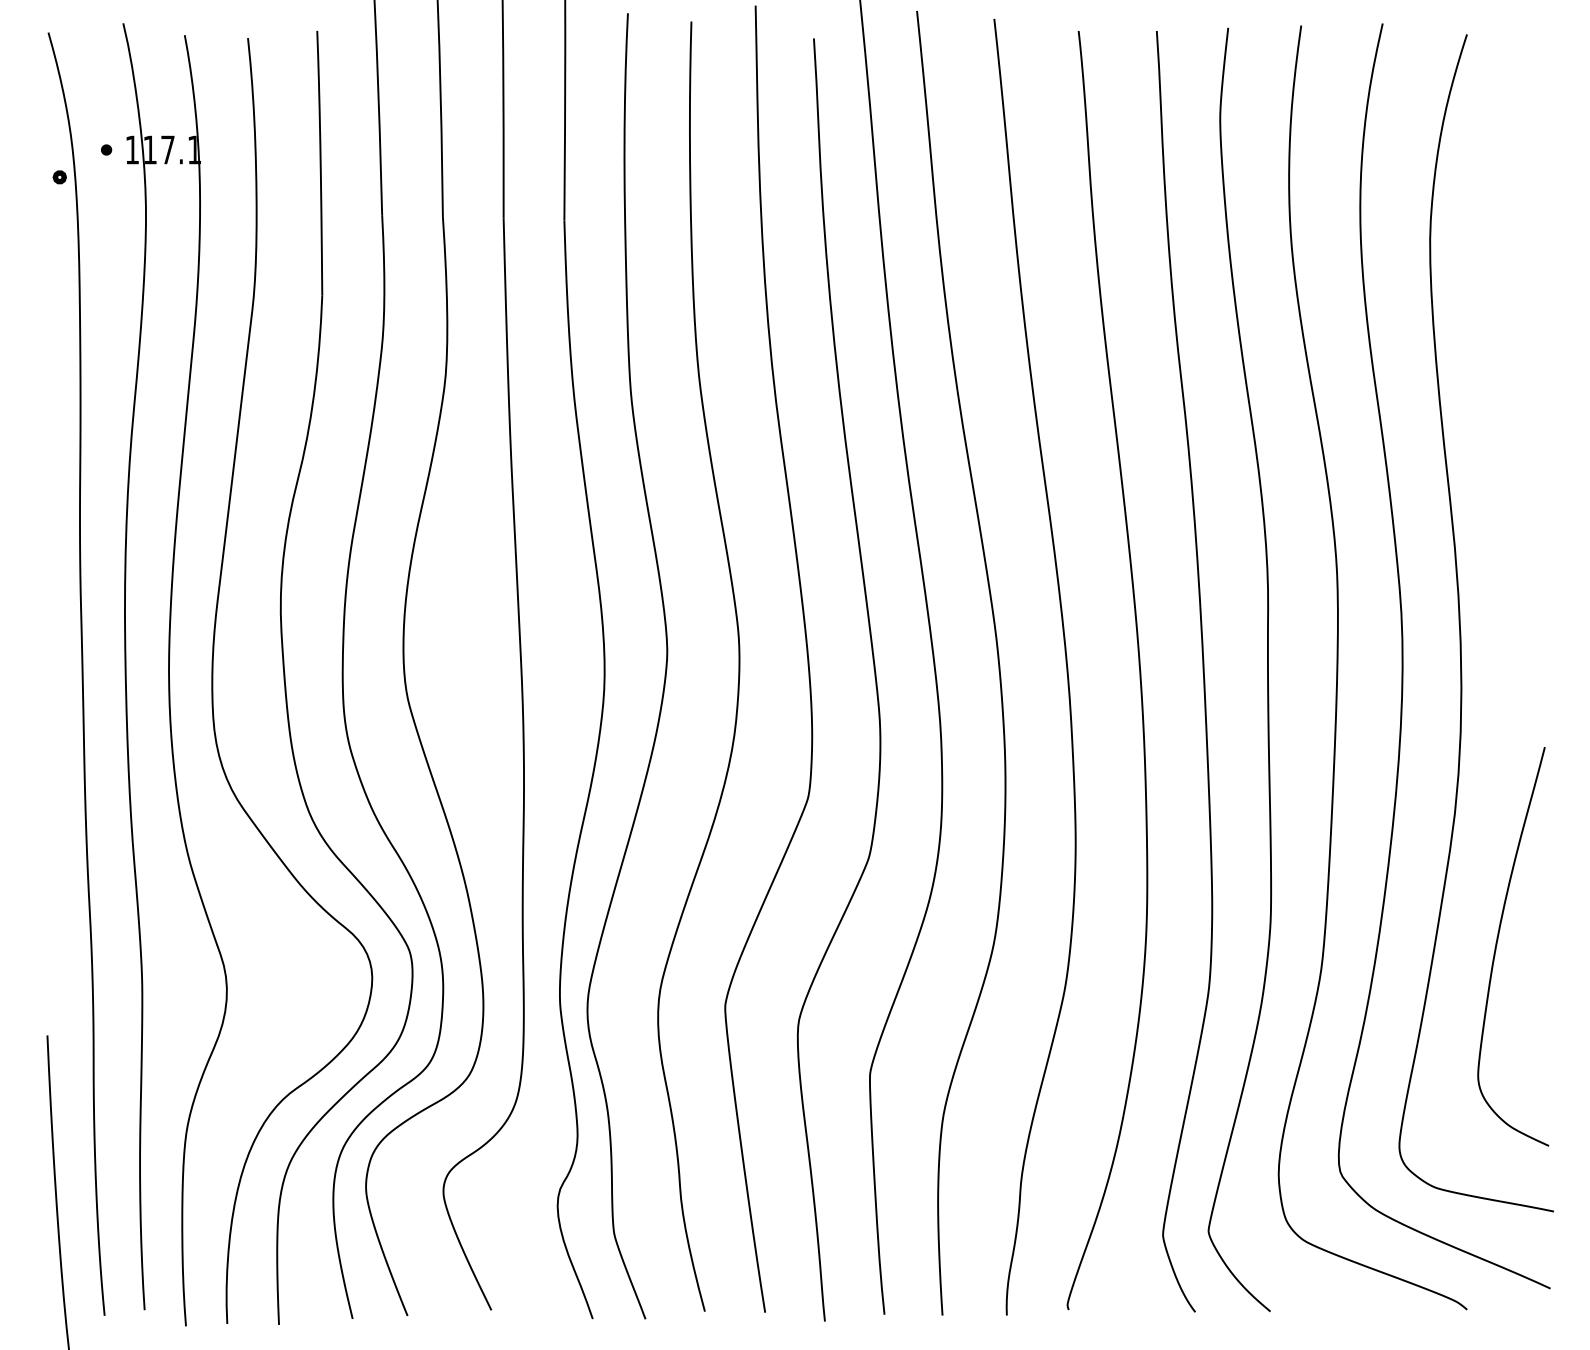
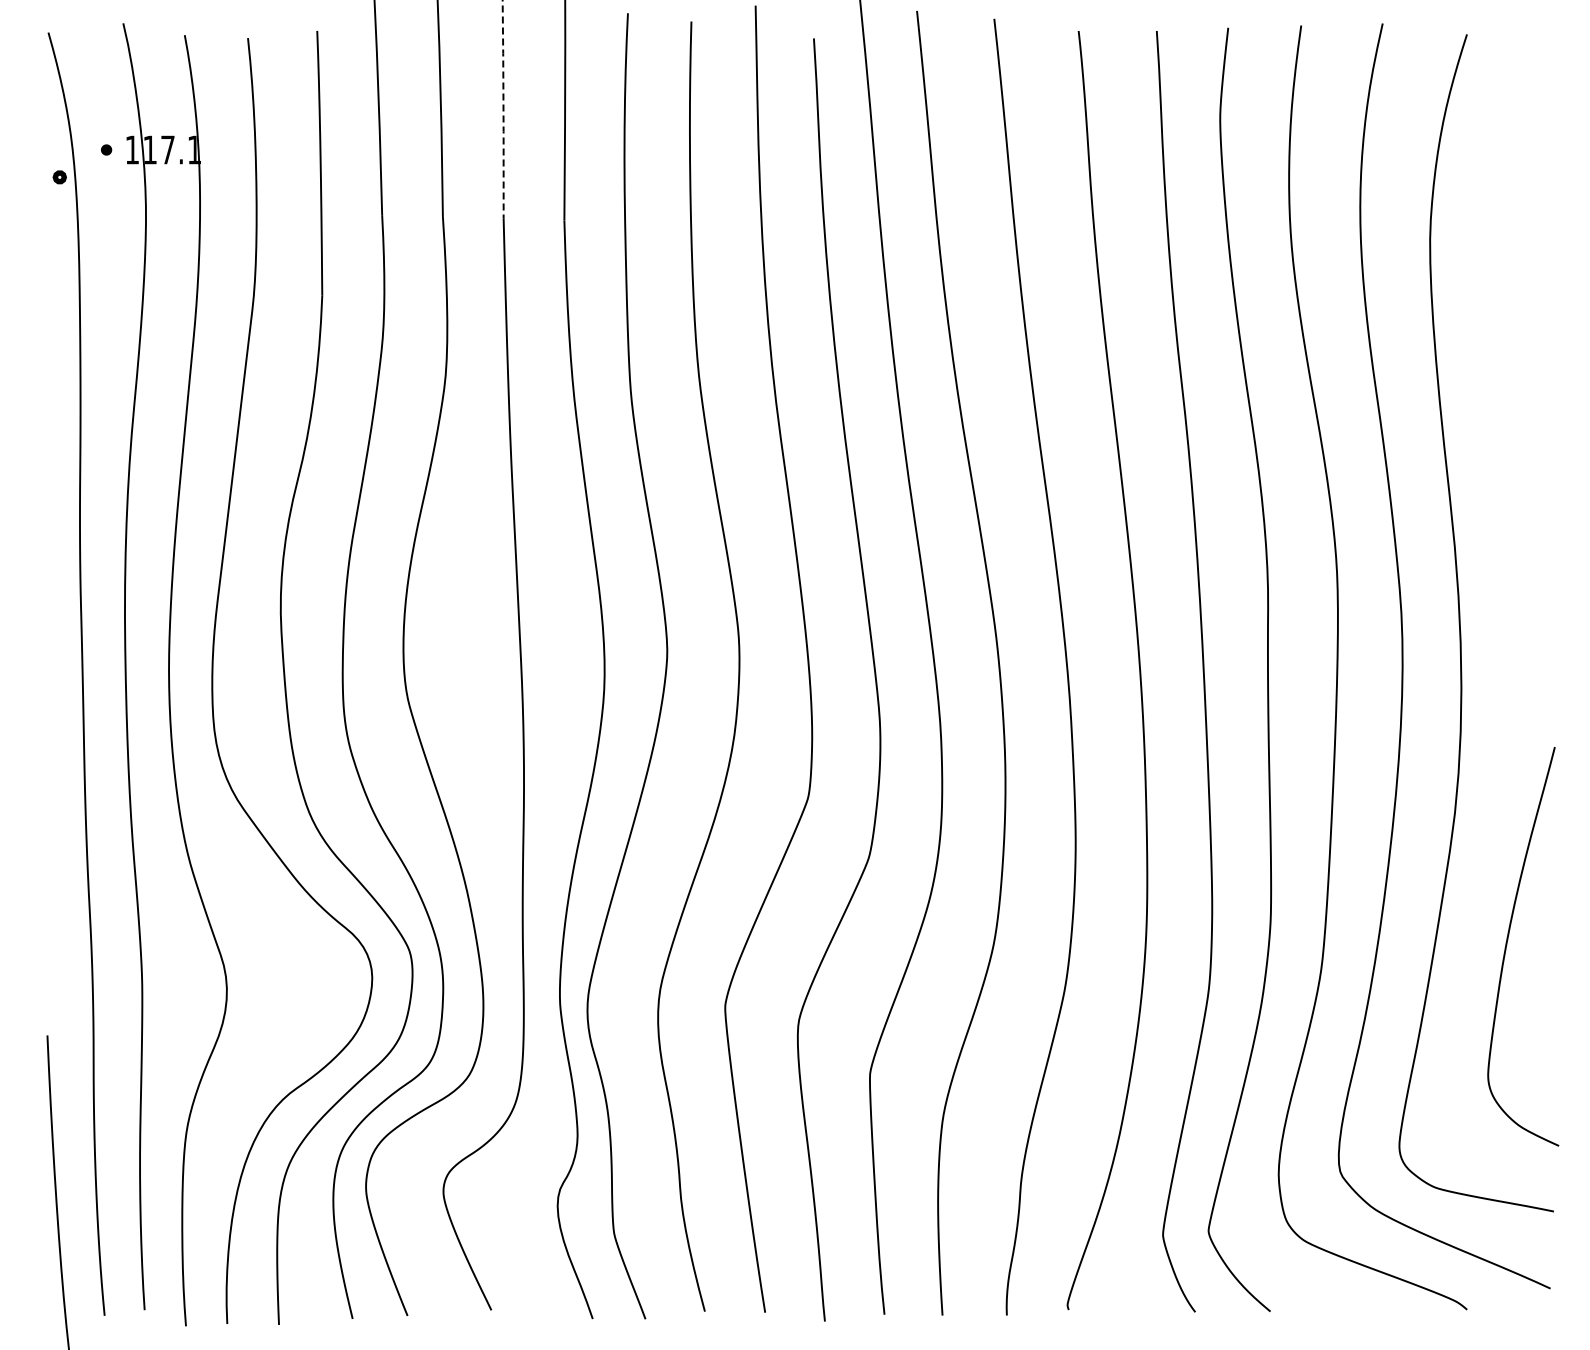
line at (503, 109): solid -> dashed
curve at (1497, 945) position: (1497, 945) -> (1507, 945)
